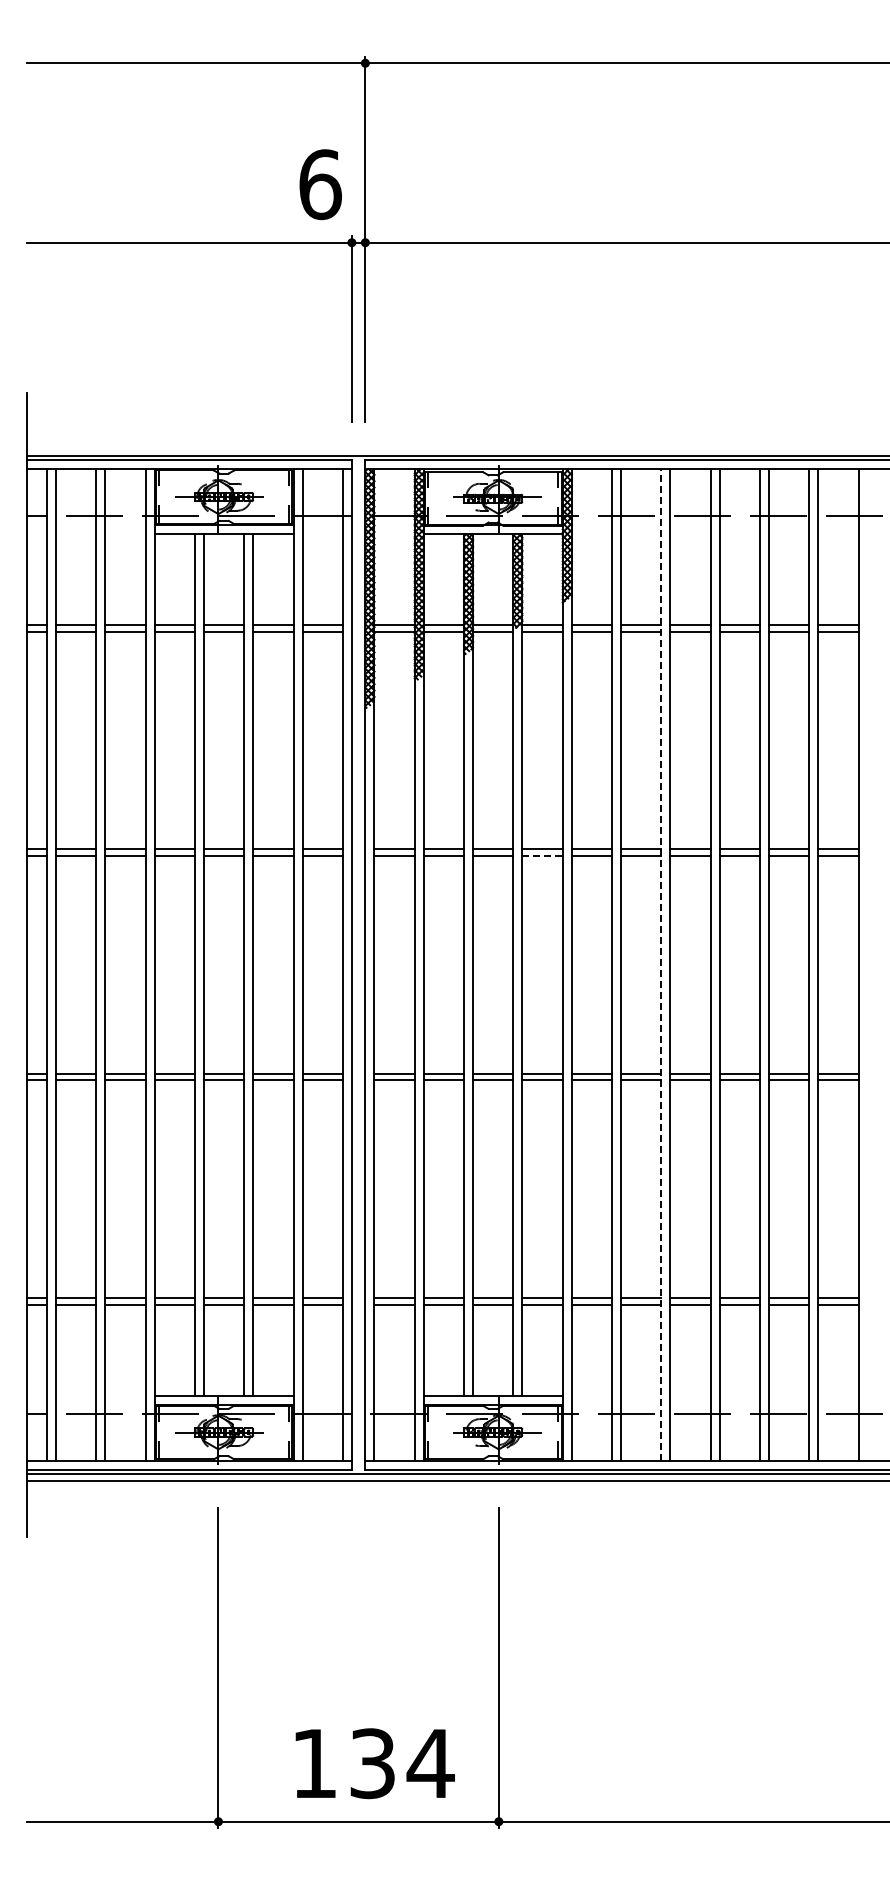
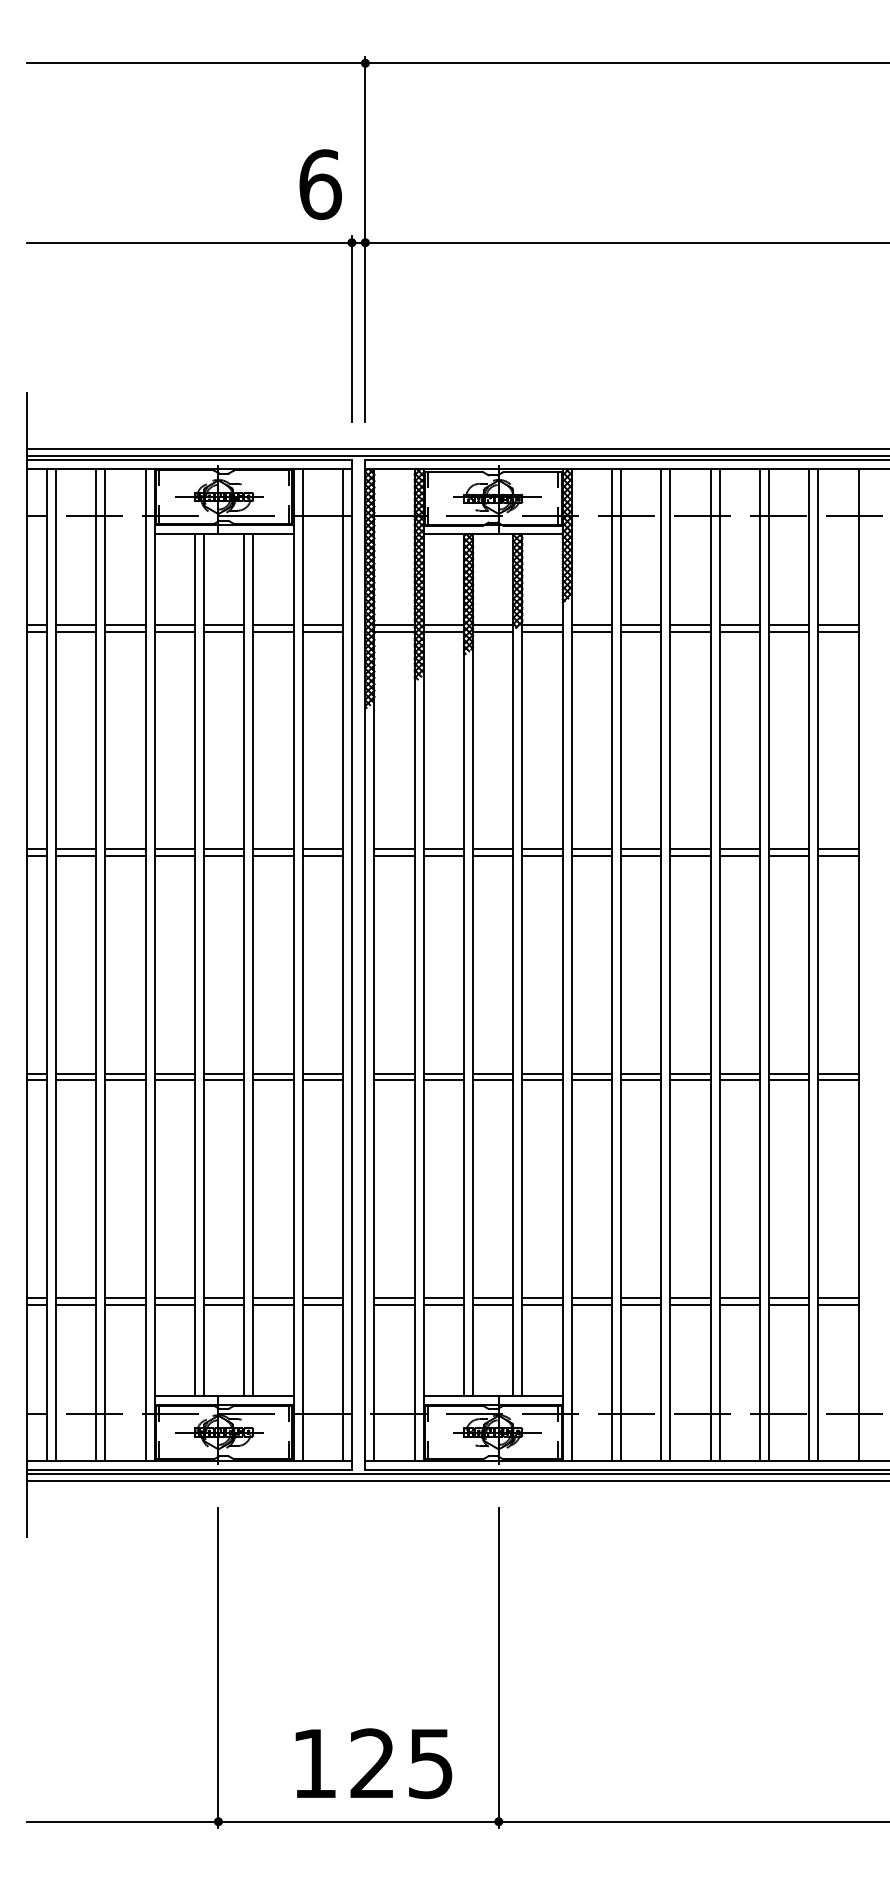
line at (456, 449): none -> present
line at (543, 856): dashed -> solid
line at (661, 964): dashed -> solid
text at (402, 1763): 134 -> 125
